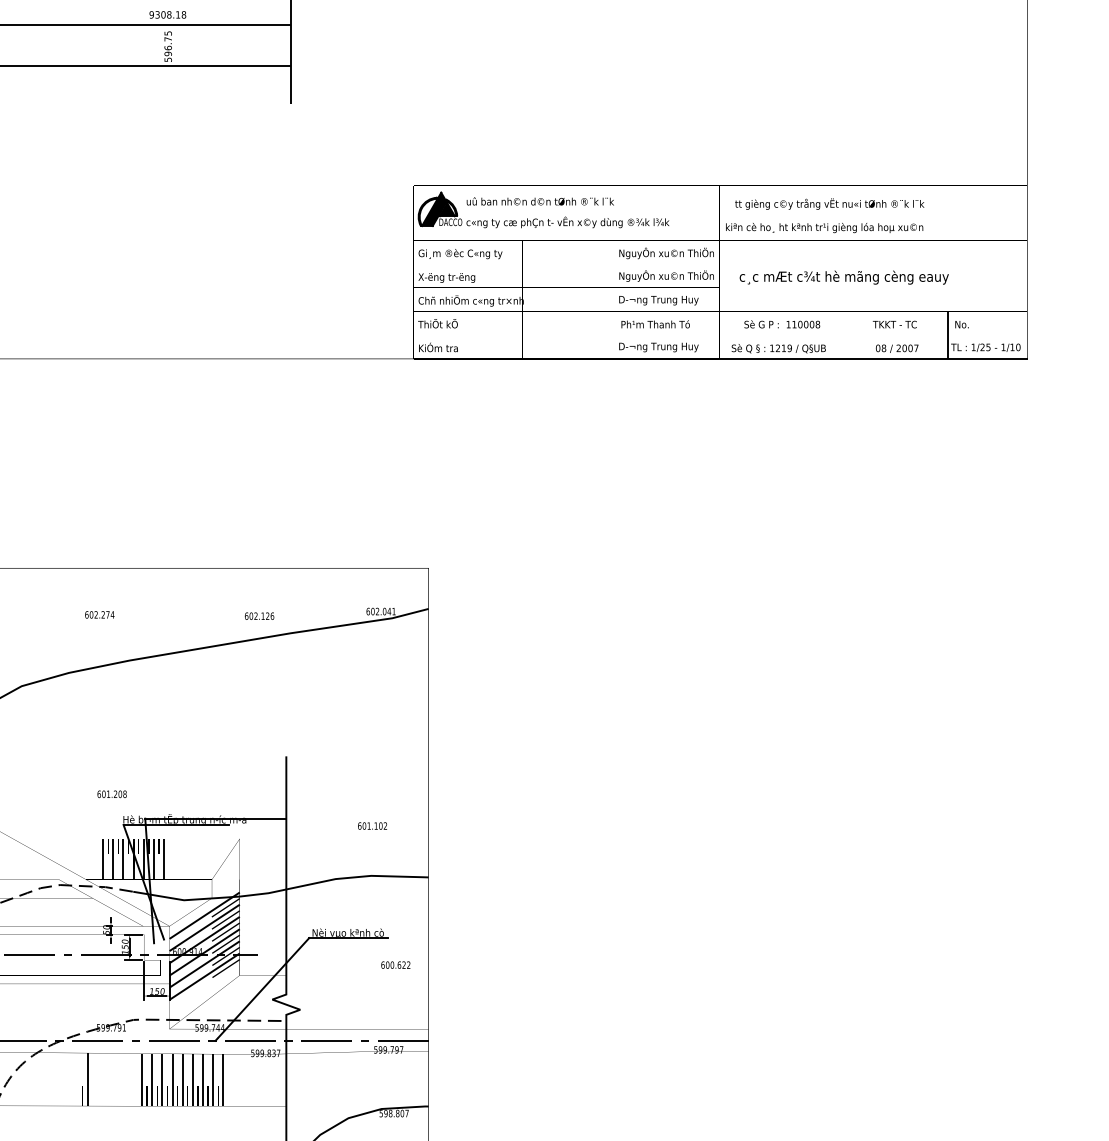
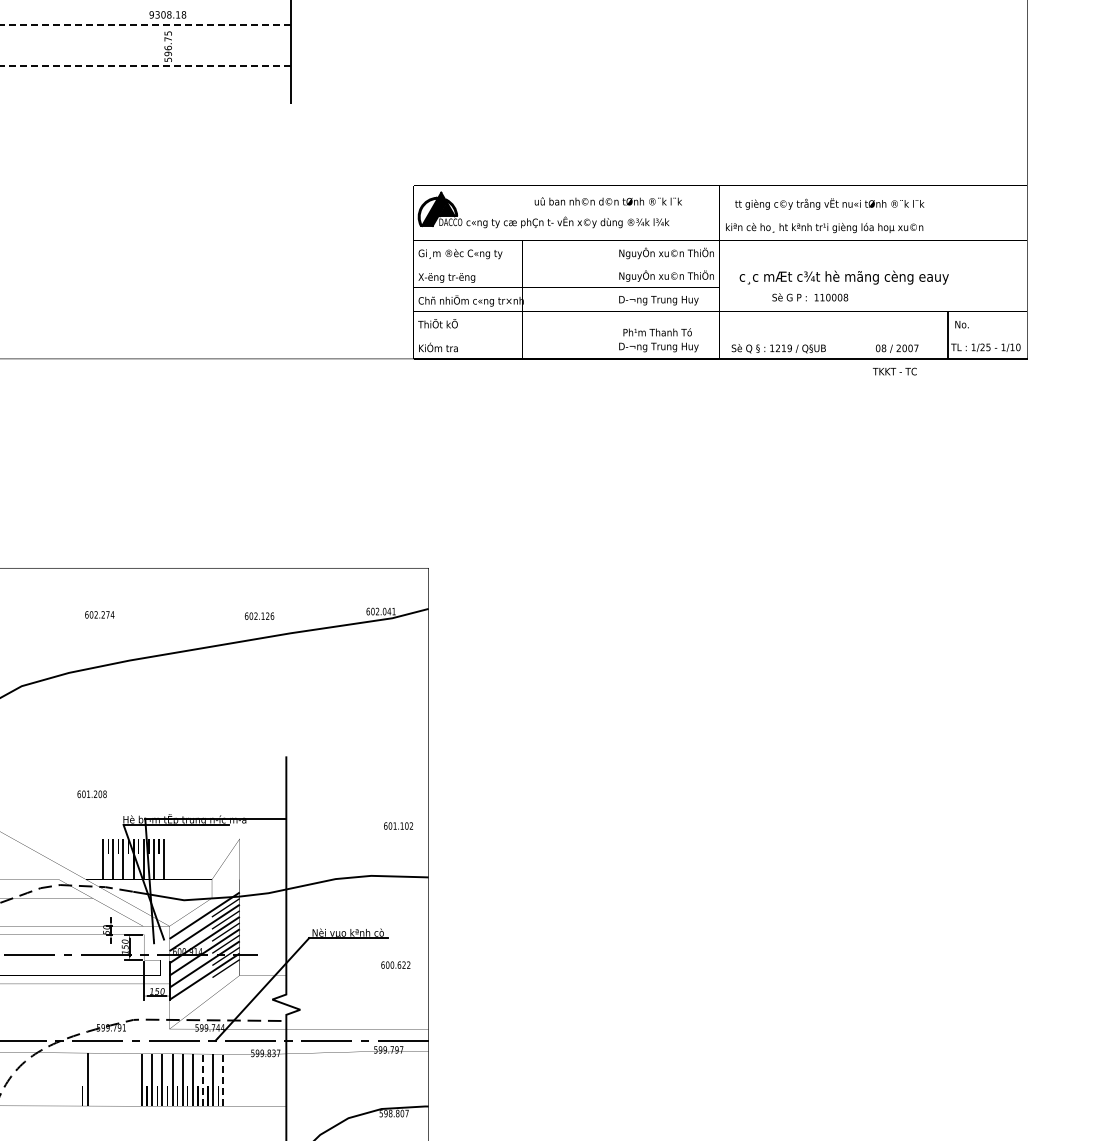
line at (145, 25): solid -> dashed
line at (145, 66): solid -> dashed
text at (539, 201) position: (539, 201) -> (607, 201)
text at (655, 324) position: (655, 324) -> (657, 332)
text at (782, 324) position: (782, 324) -> (810, 297)
text at (894, 324) position: (894, 324) -> (894, 371)
text at (111, 794) position: (111, 794) -> (91, 794)
text at (372, 825) position: (372, 825) -> (398, 825)
line at (203, 1079): solid -> dashed
line at (223, 1080): solid -> dashed
